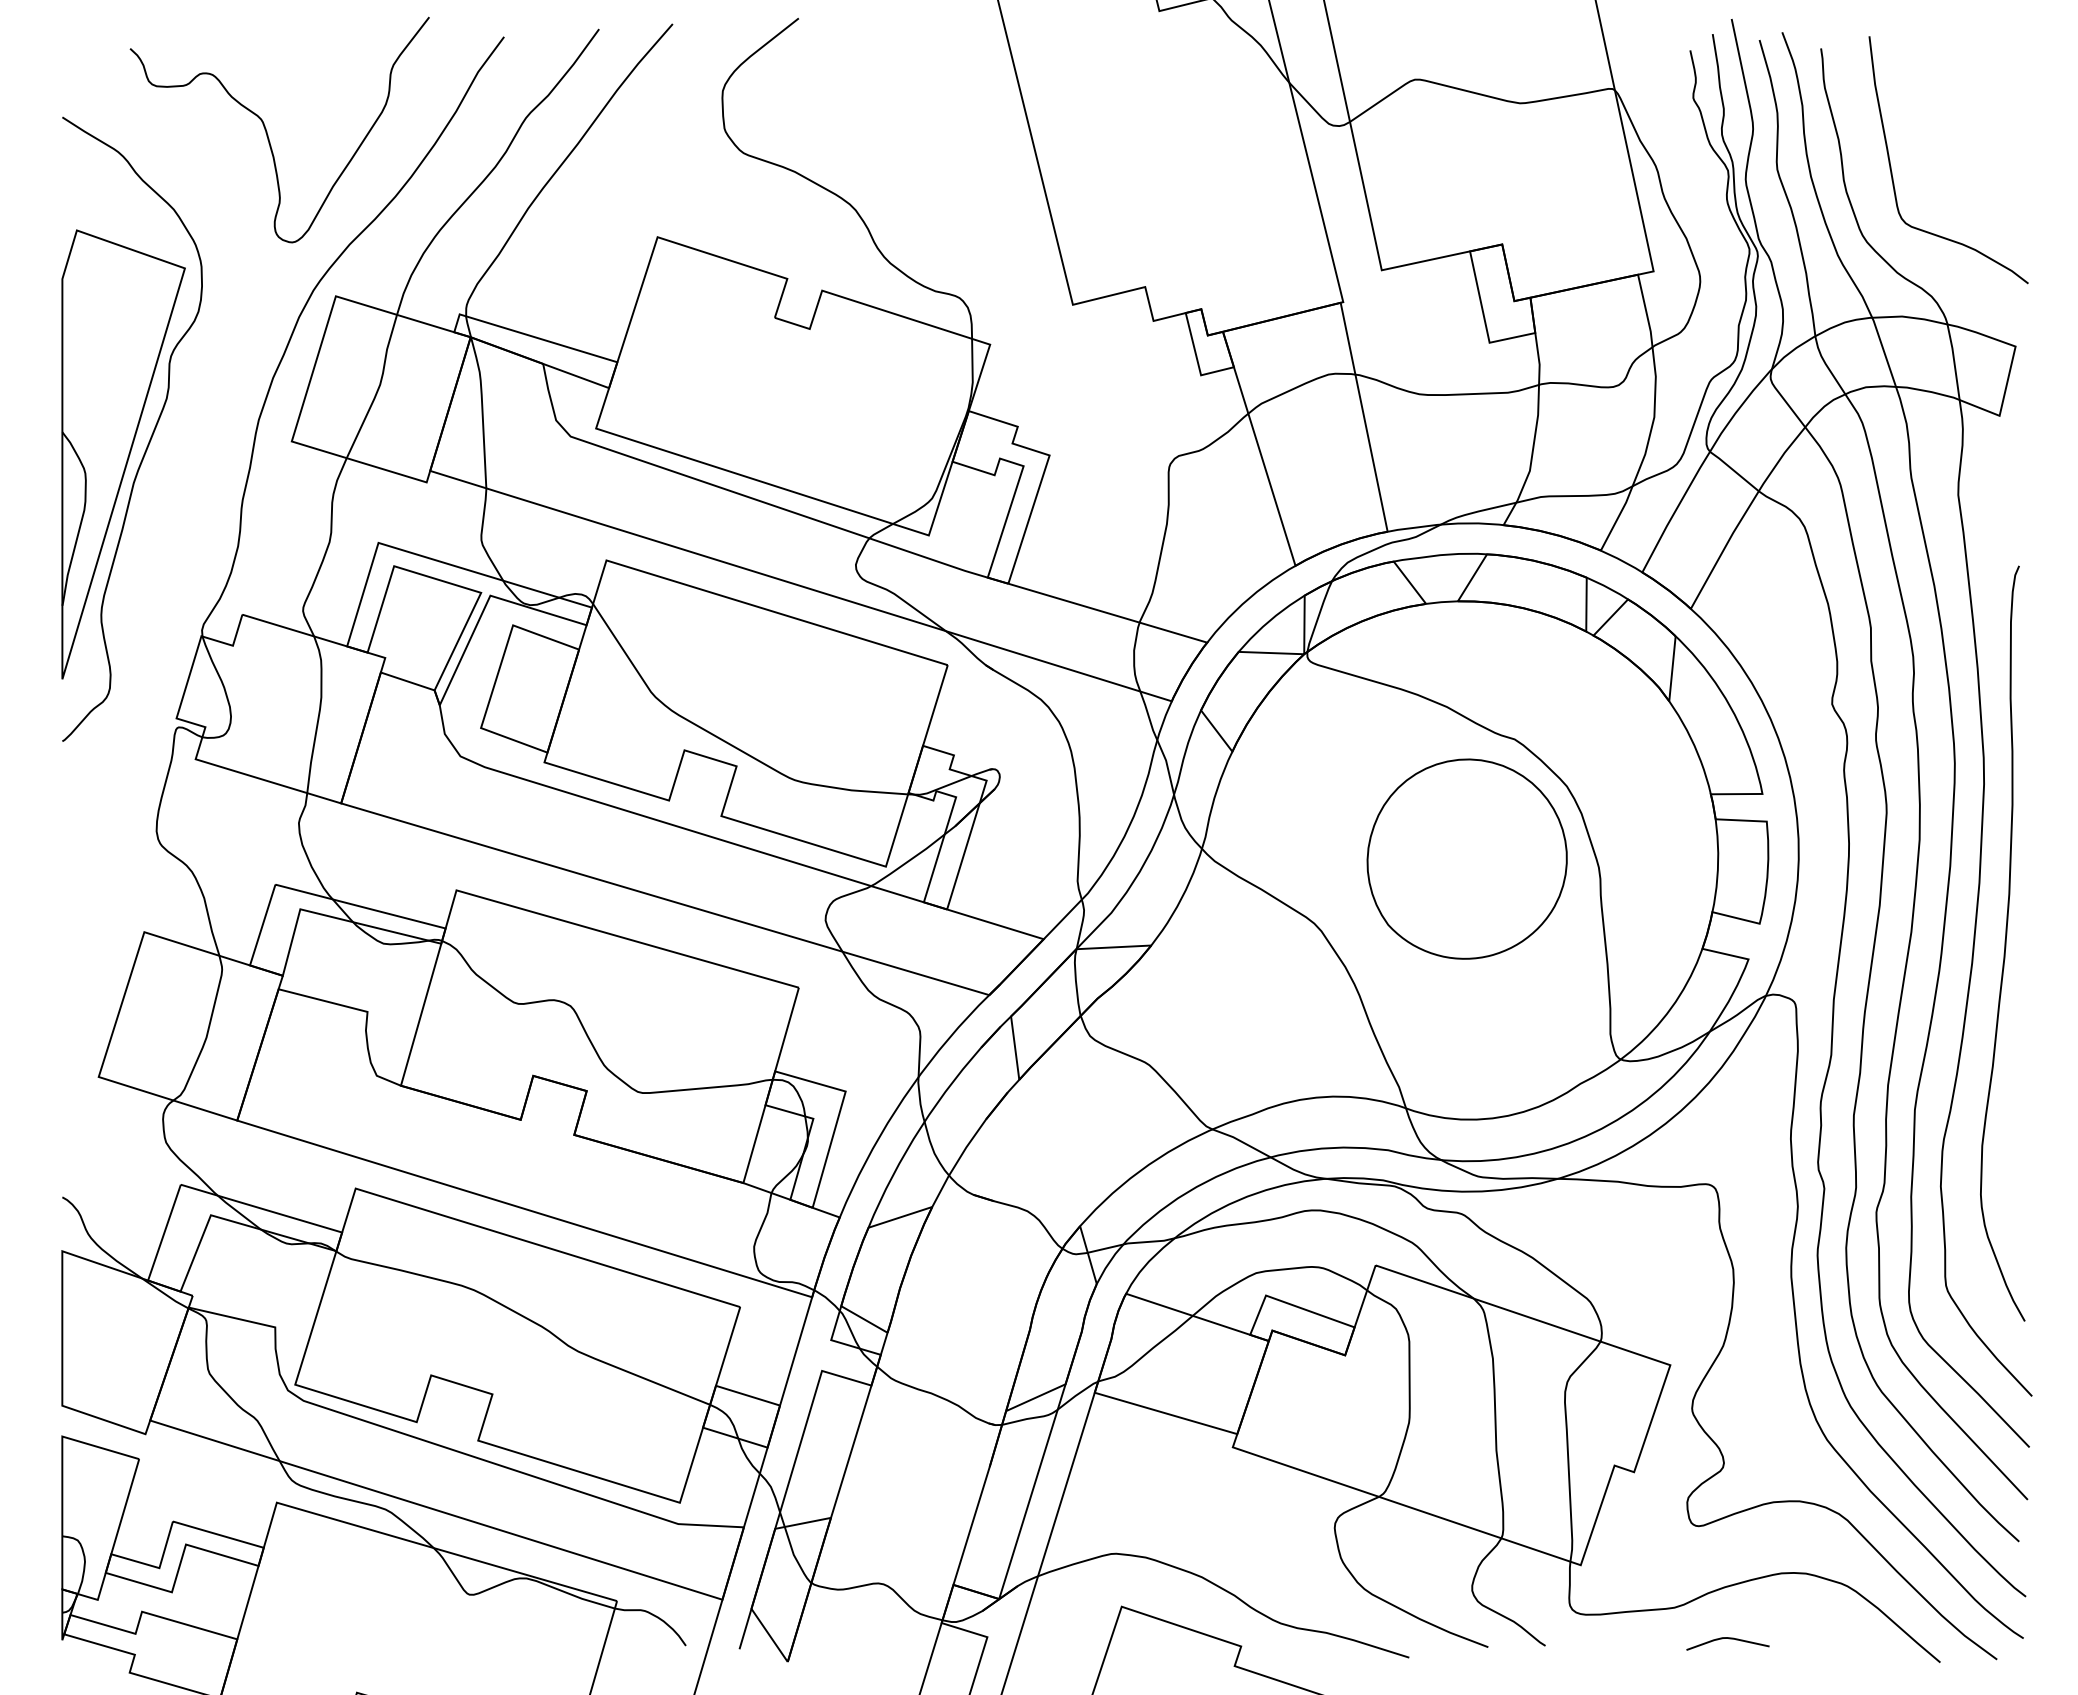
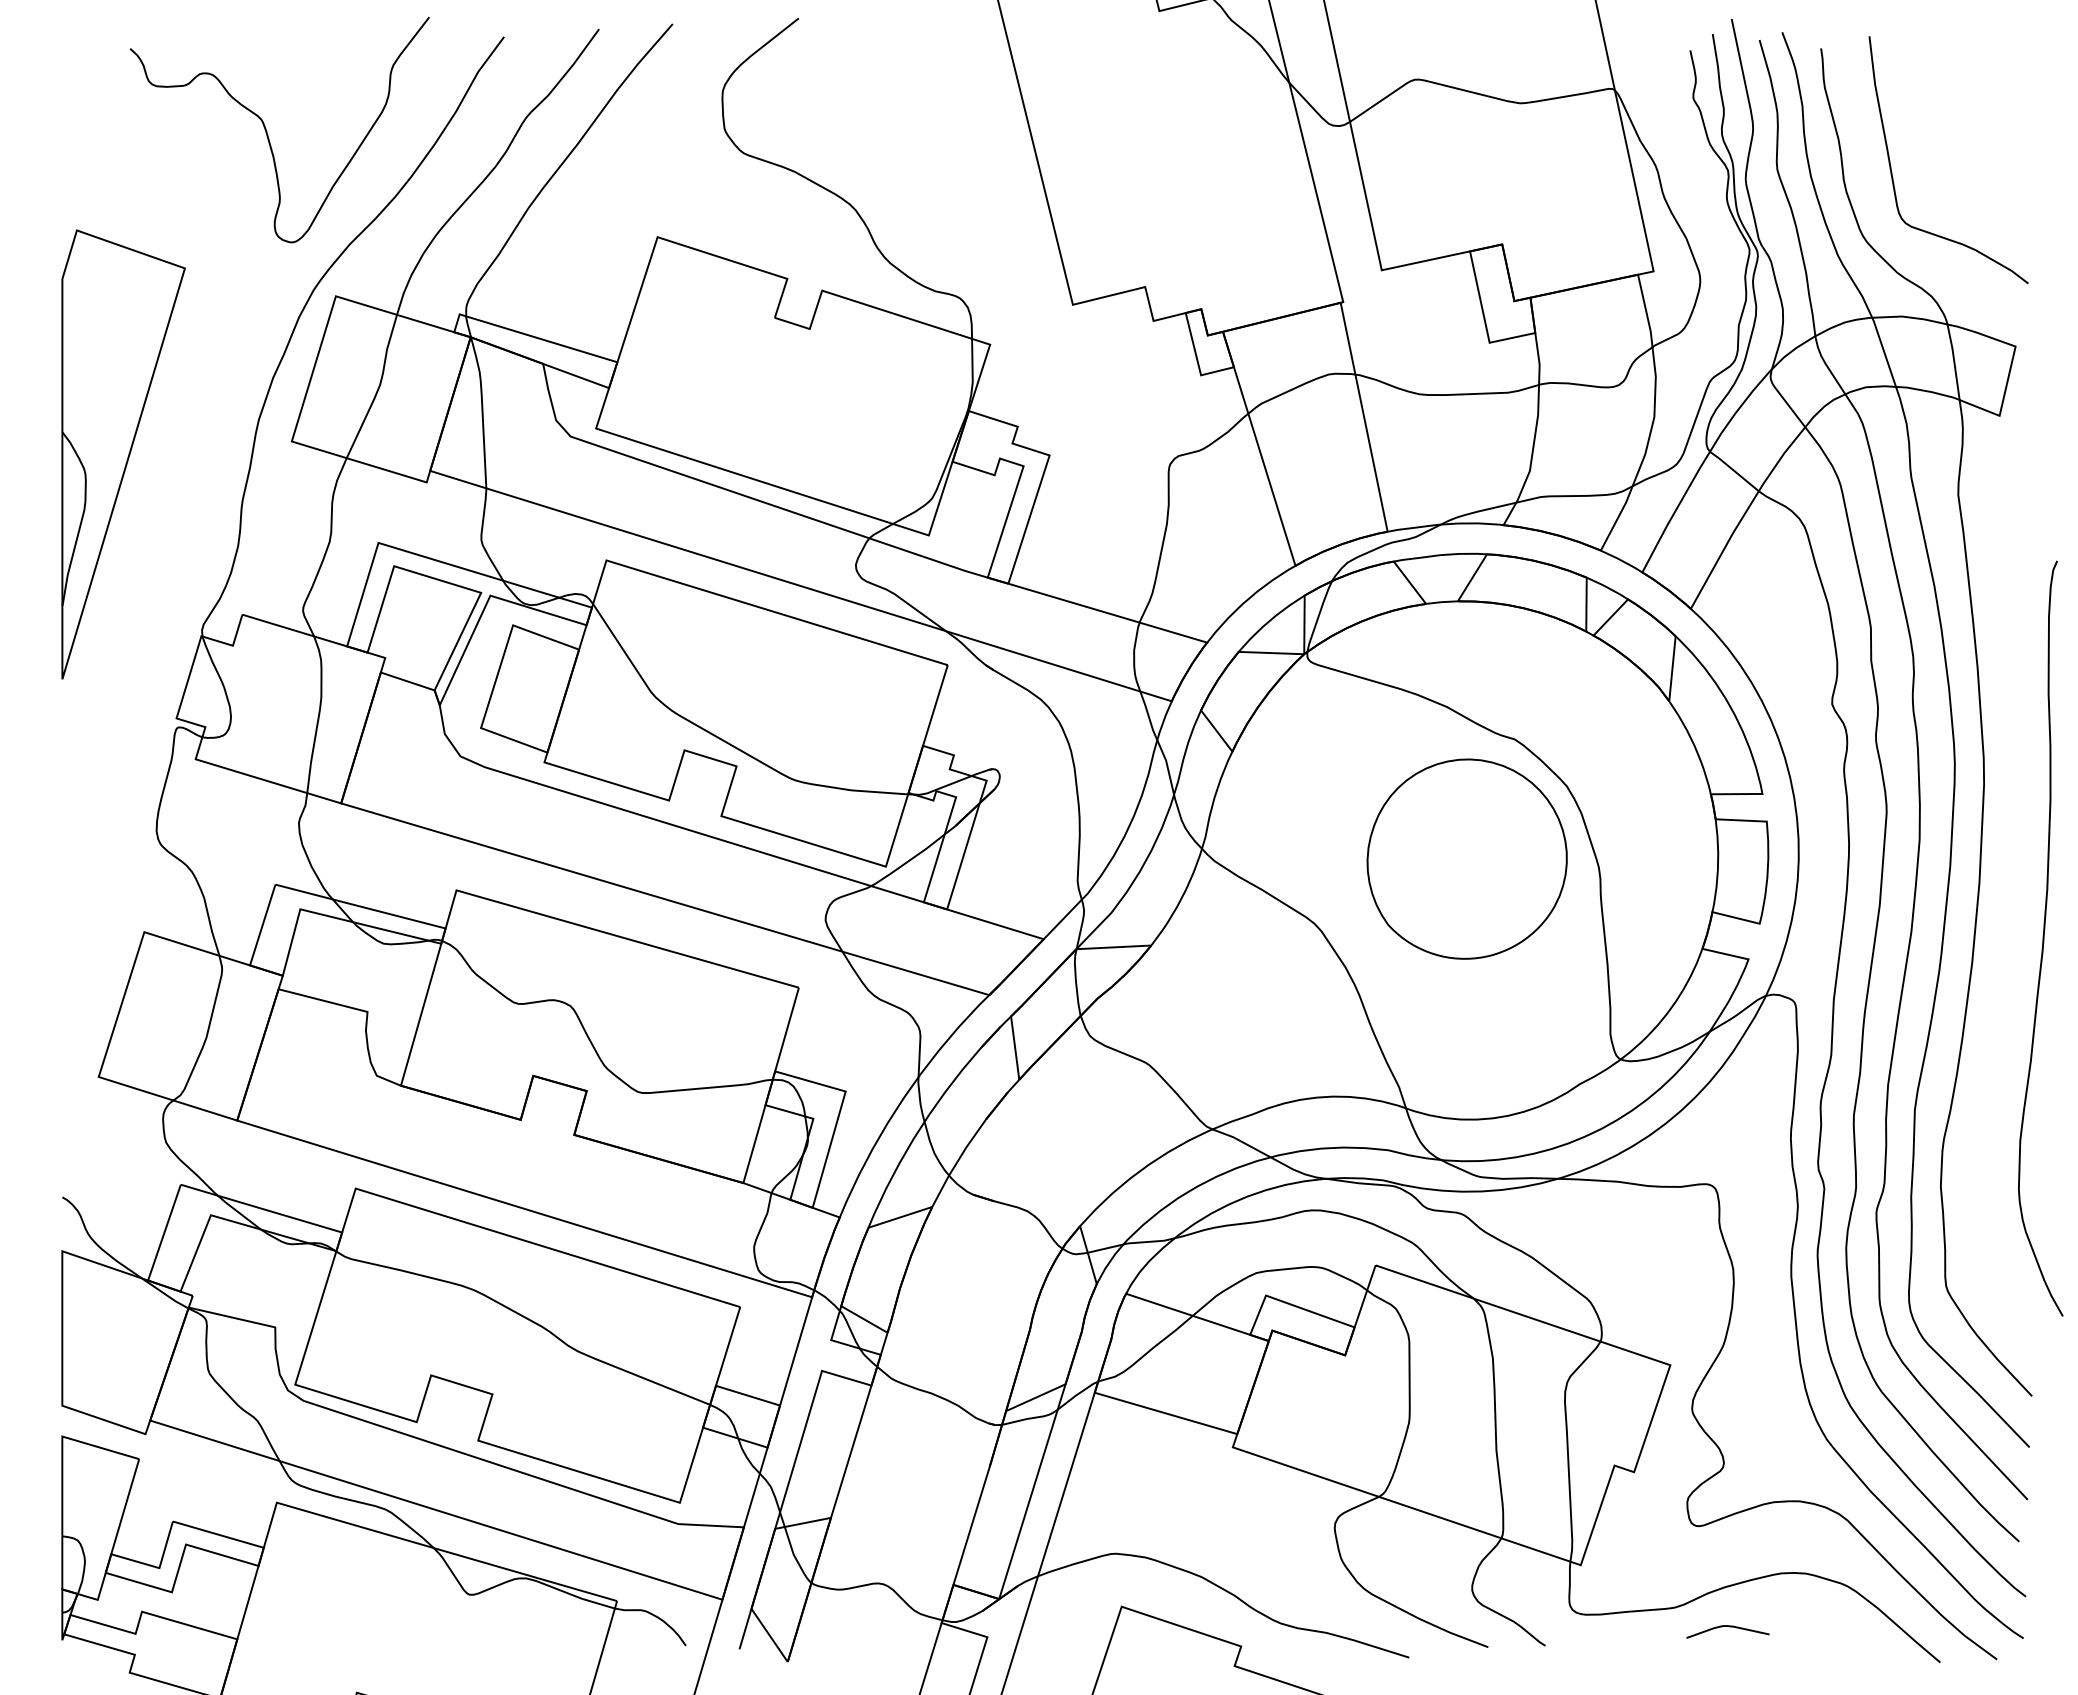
curve at (150, 436): present -> none
curve at (2004, 943) position: (2004, 943) -> (2042, 938)
curve at (1729, 1639) position: (1729, 1639) -> (1729, 1627)
